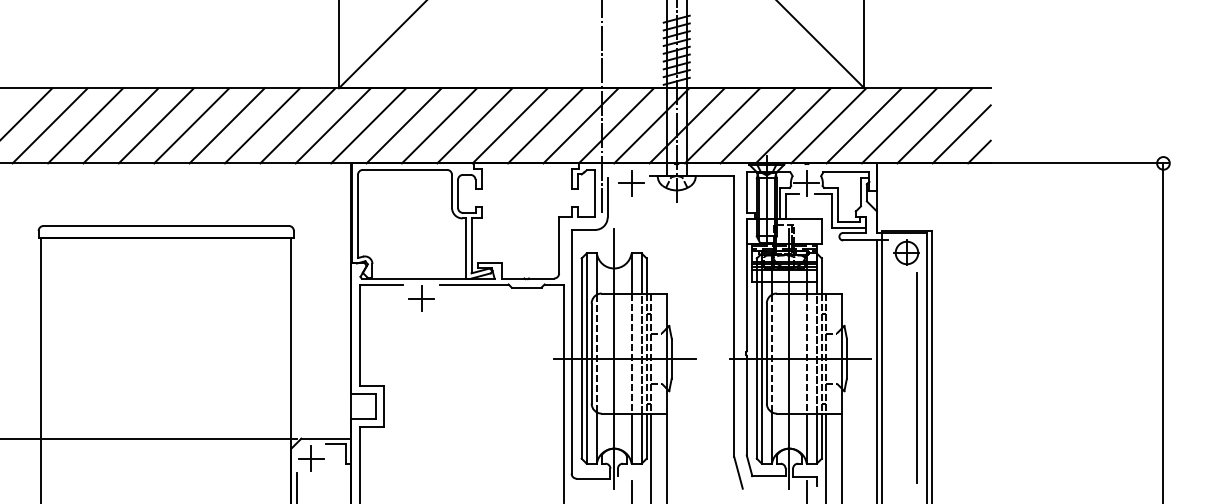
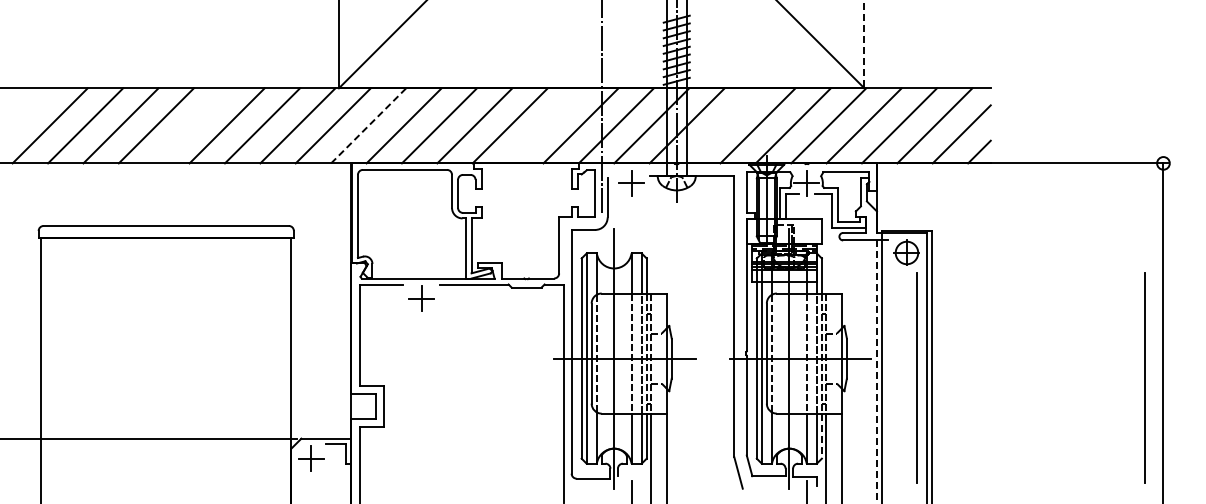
line at (864, 44): solid -> dashed
line at (27, 113): present -> none
line at (191, 125): present -> none
line at (369, 125): solid -> dashed
line at (545, 125): present -> none
line at (722, 125): present -> none
line at (876, 372): solid -> dashed
line at (1144, 377): none -> present
line at (821, 436): solid -> dashed
line at (296, 486): present -> none
